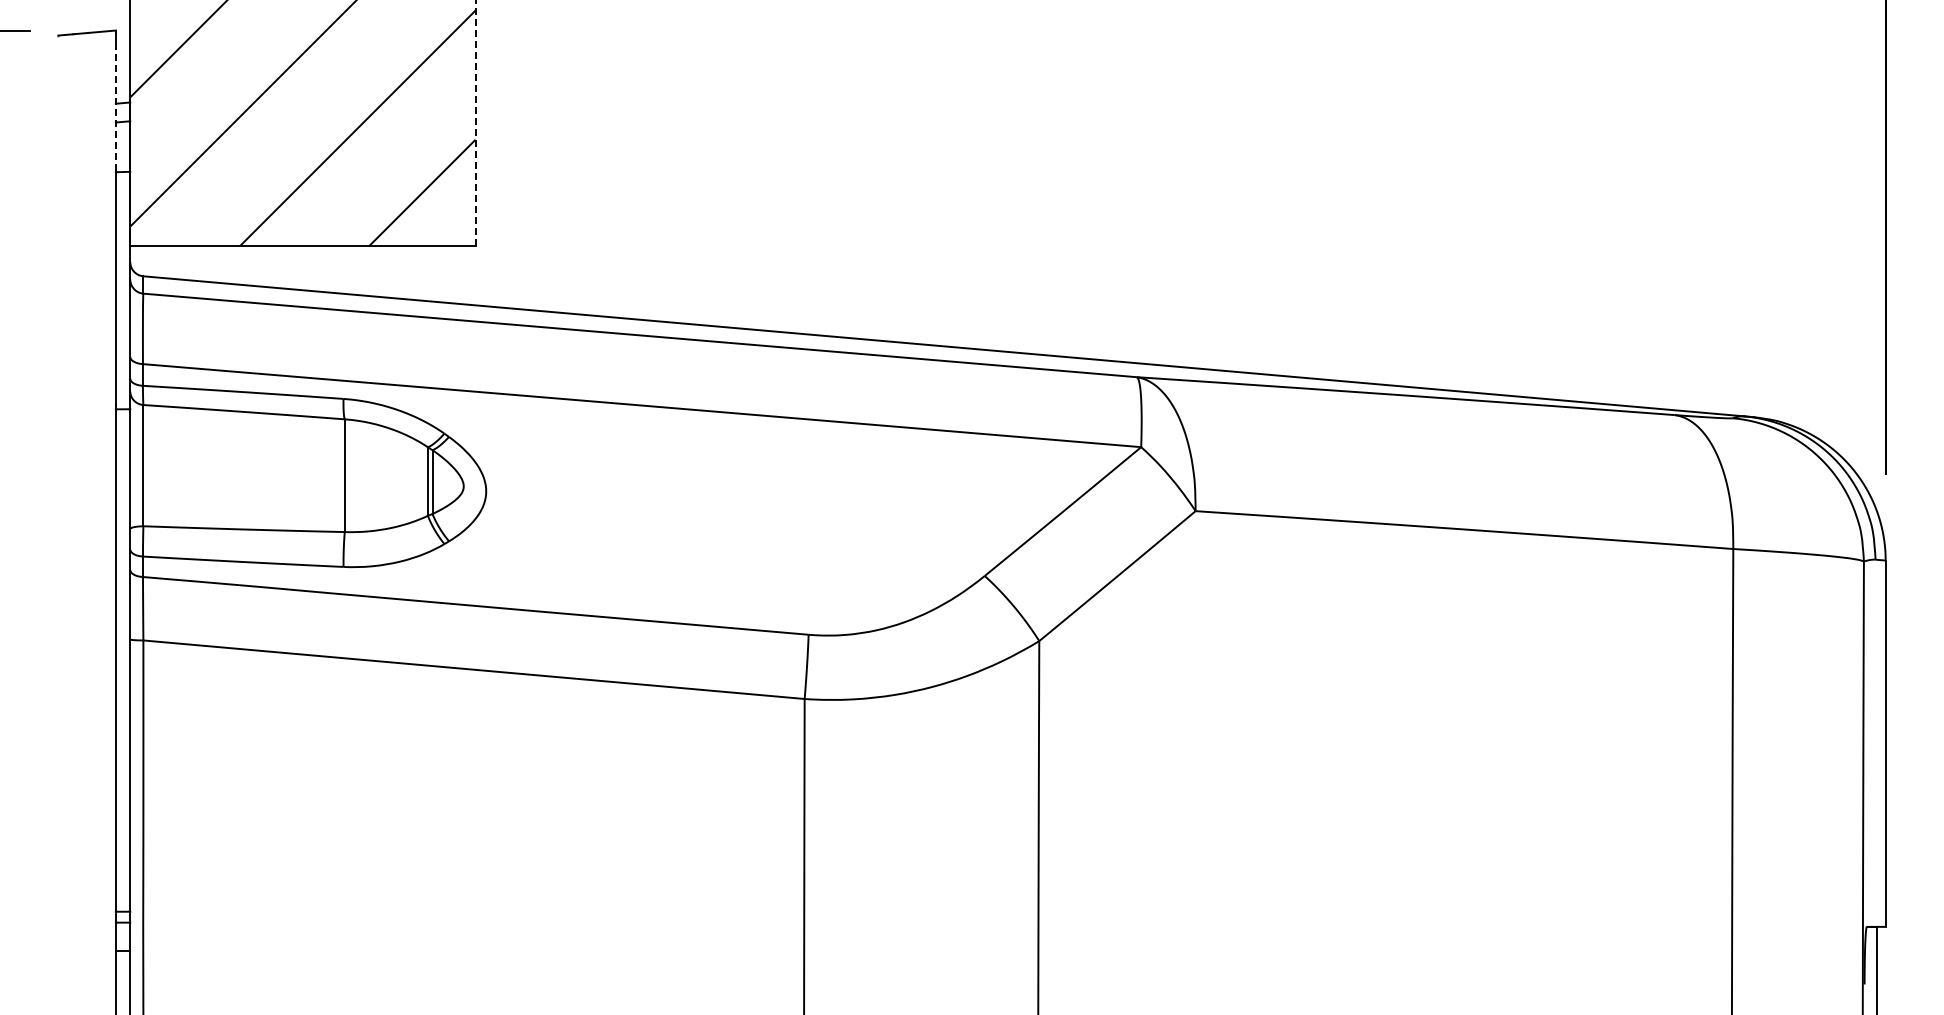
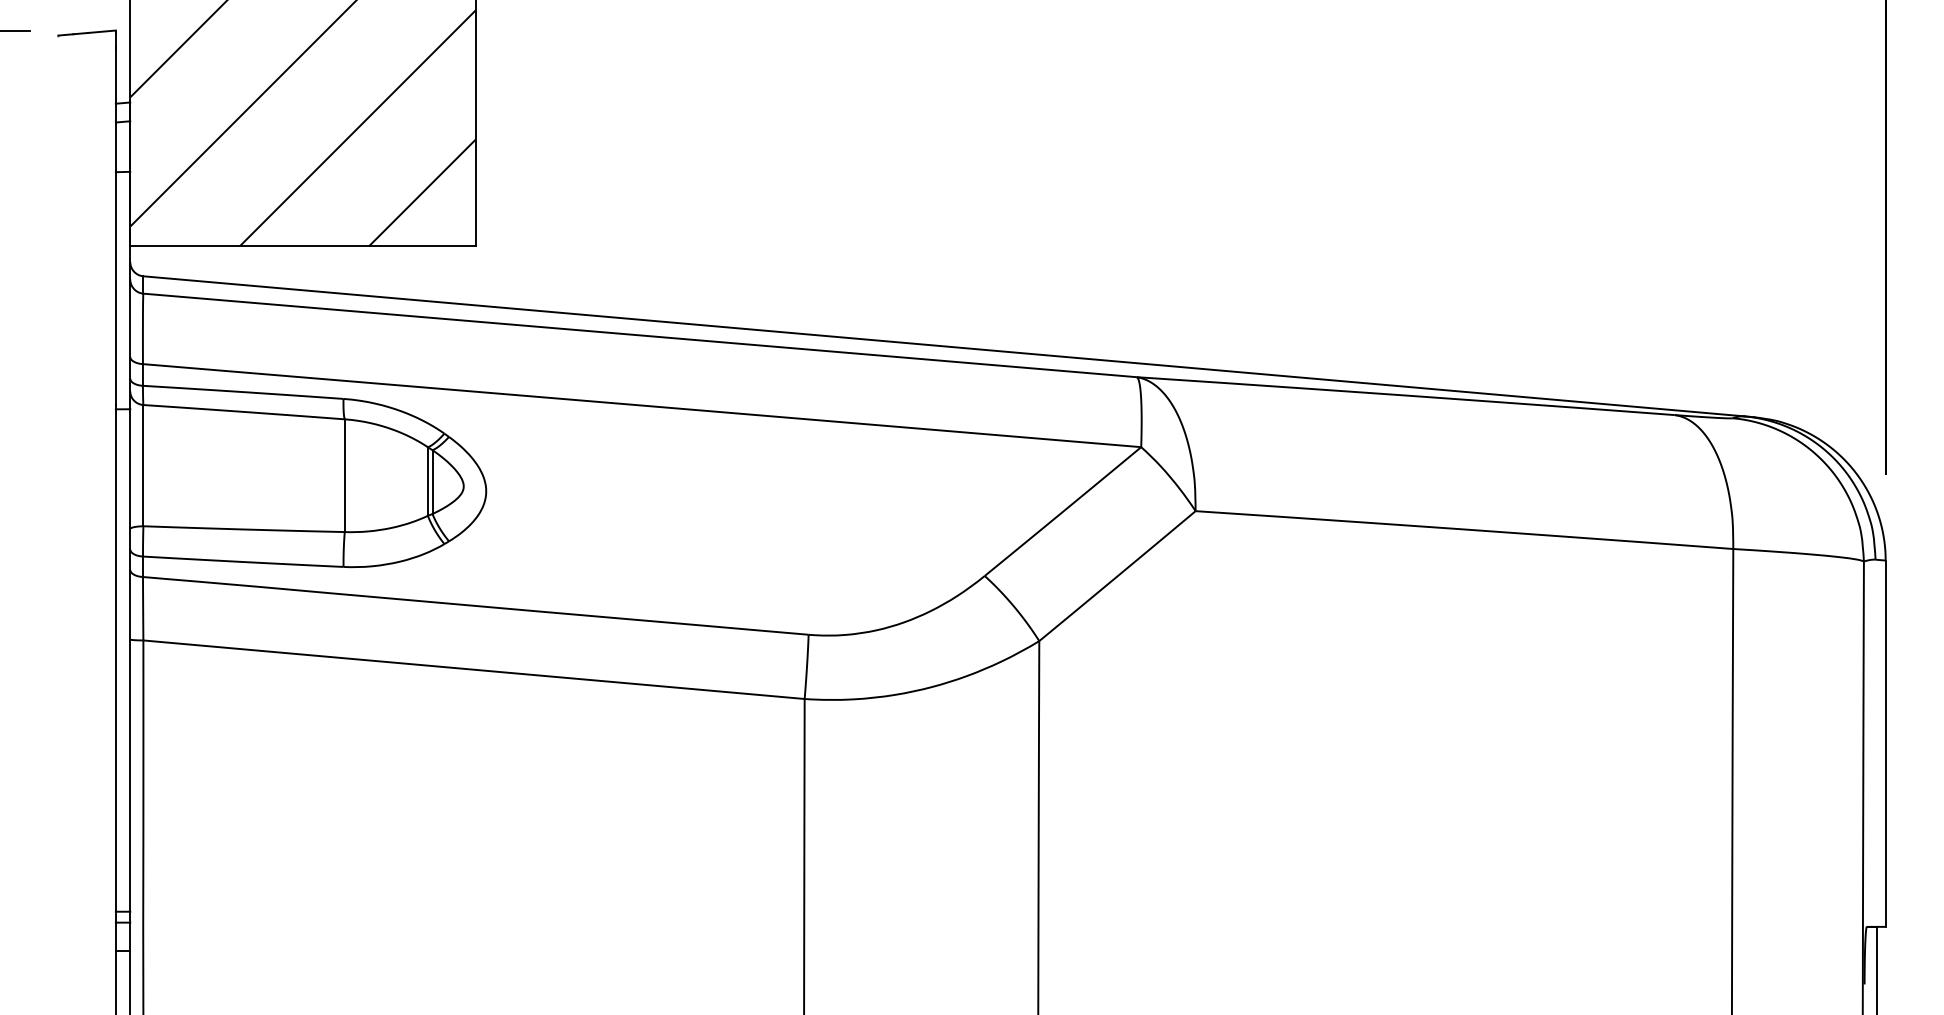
line at (115, 109): dashed -> solid
line at (475, 123): dashed -> solid
